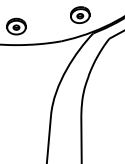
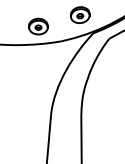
part at (16, 26) position: (16, 26) -> (38, 26)
